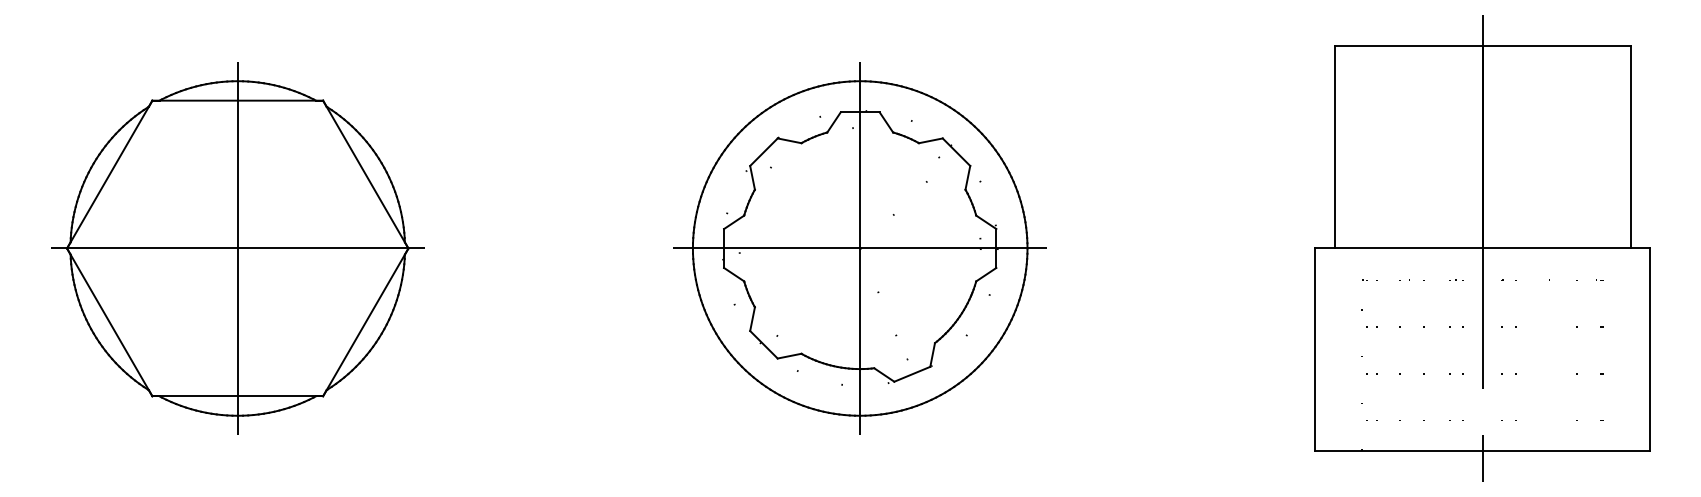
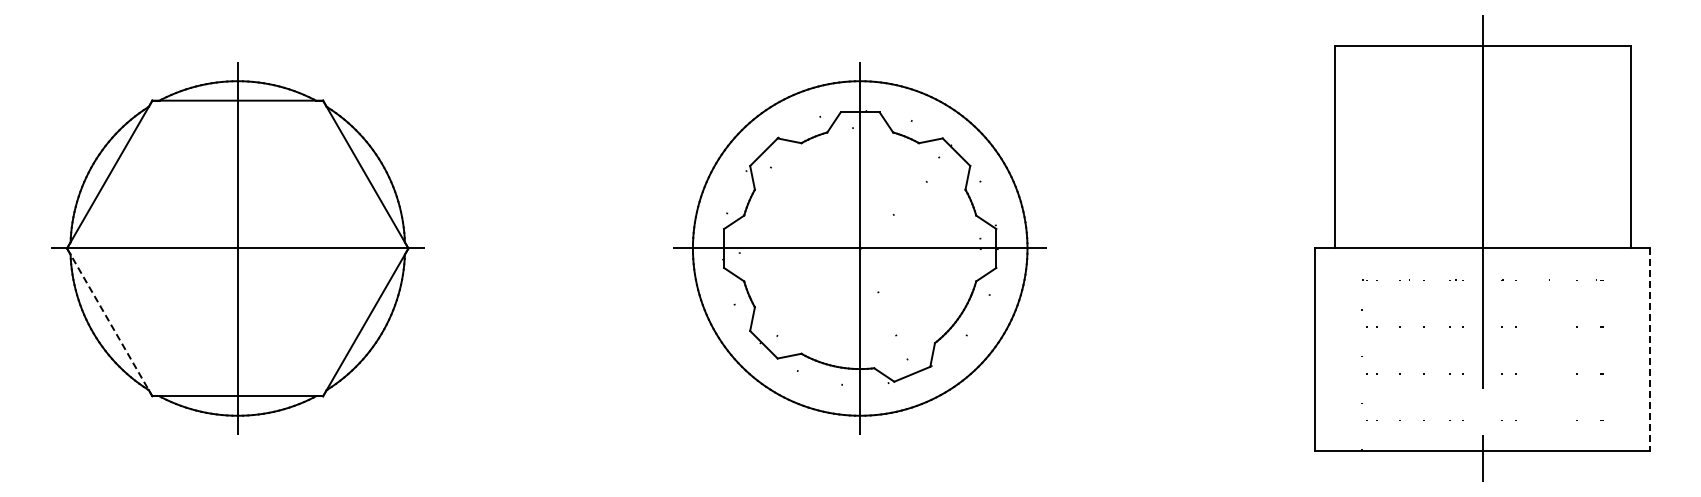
line at (109, 322): solid -> dashed
line at (1649, 350): solid -> dashed
